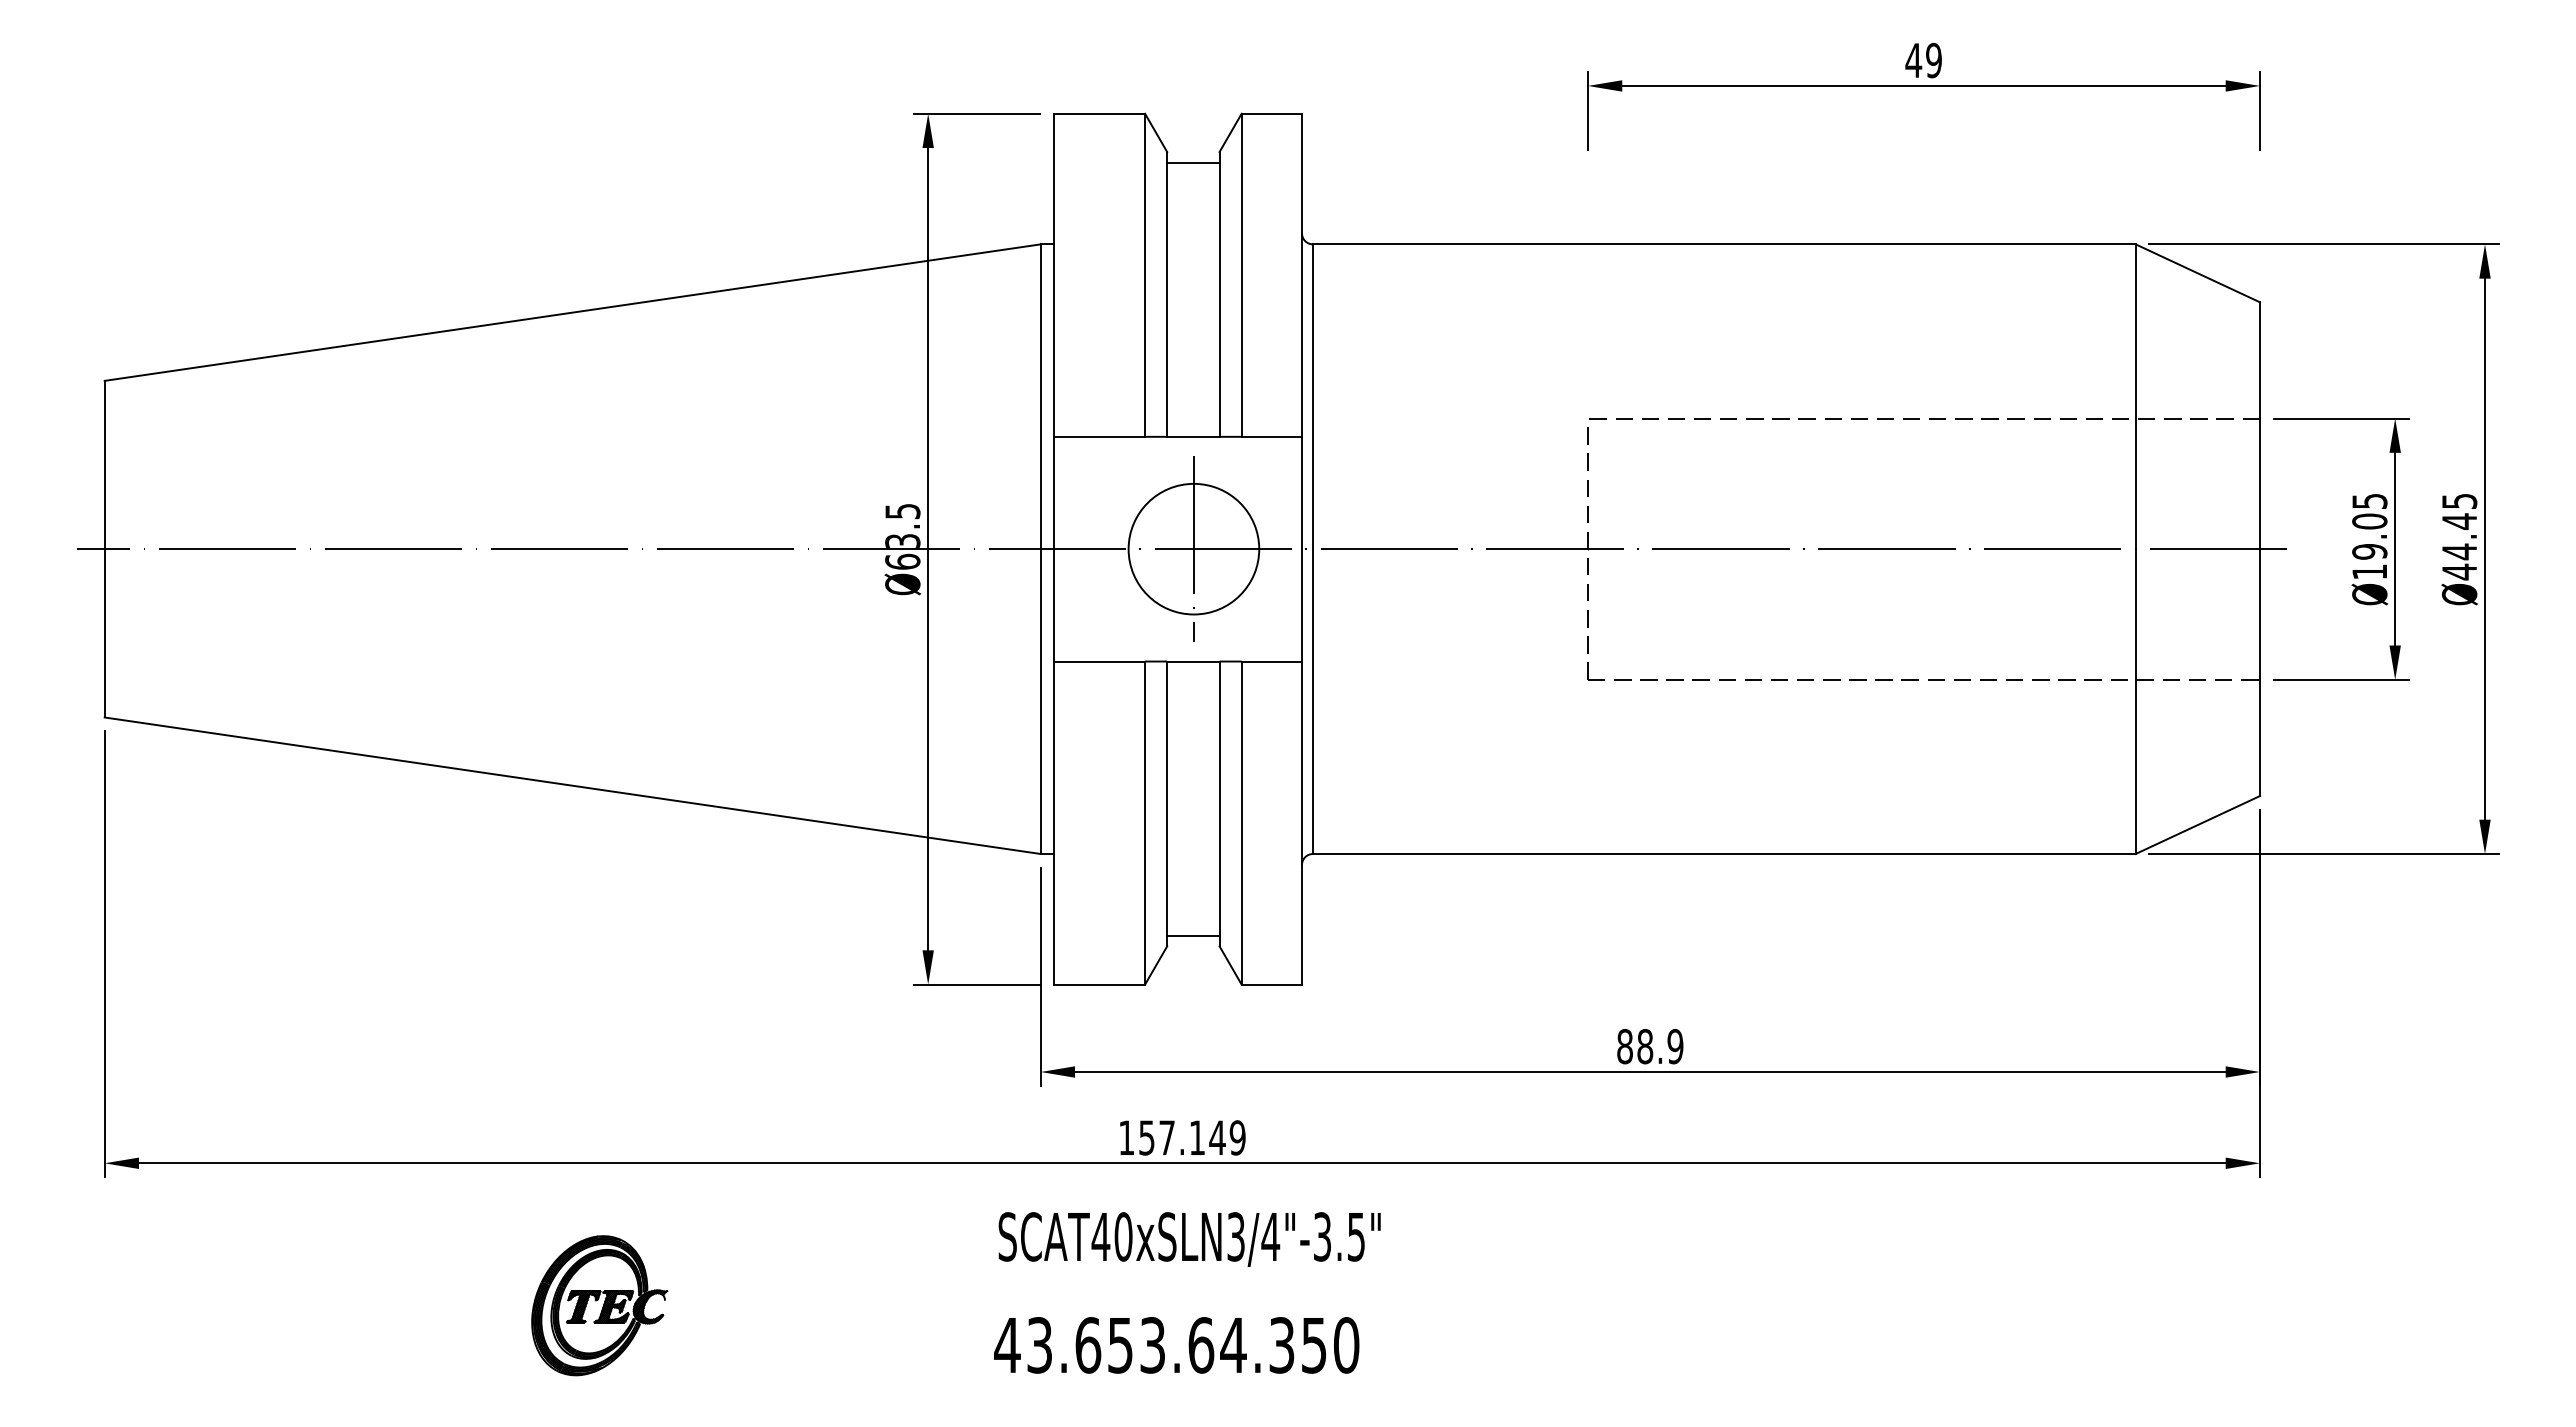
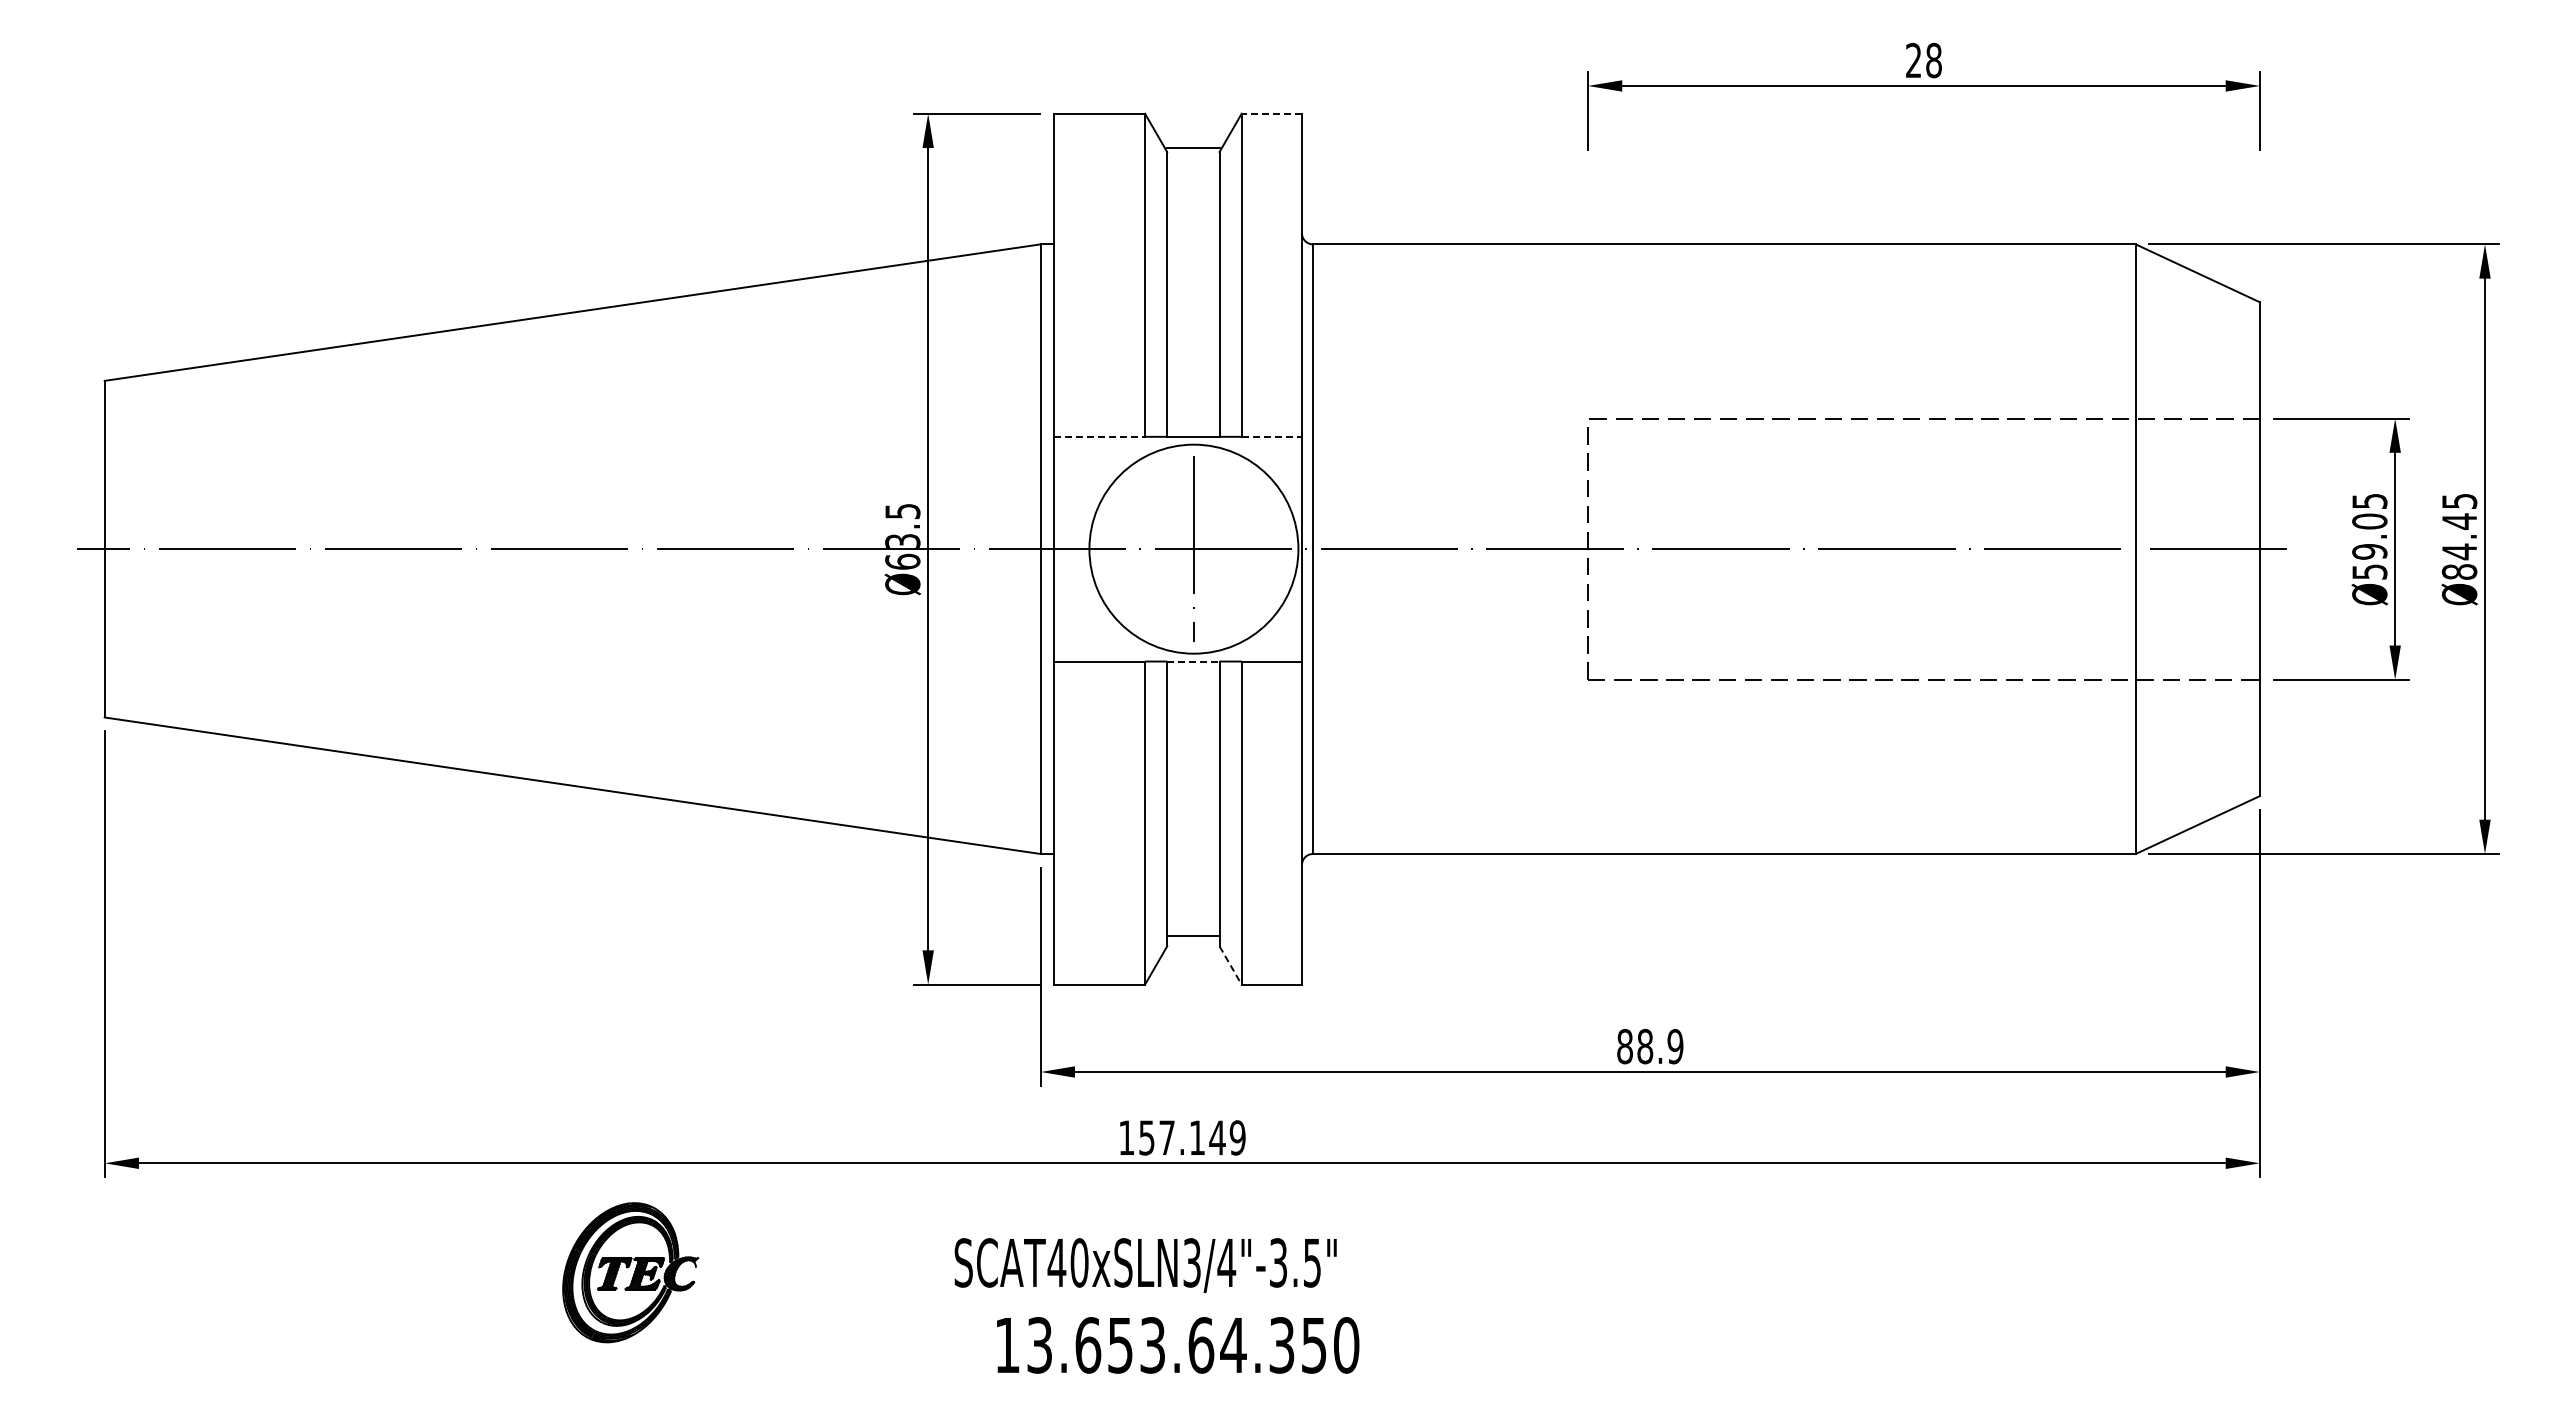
text at (1923, 60): 49 -> 28
line at (1271, 113): solid -> dashed
line at (1193, 162) position: (1193, 162) -> (1193, 147)
line at (1099, 436): solid -> dashed
line at (1272, 436): solid -> dashed
circle at (1193, 548) diameter: 131 px -> 209 px
text at (2369, 571): Ø19.05 -> Ø59.05
text at (2459, 571): Ø44.45 -> Ø84.45
line at (1193, 661): solid -> dashed
line at (1230, 965): solid -> dashed
text at (1189, 1239) position: (1189, 1239) -> (1145, 1265)
part at (599, 1305) position: (599, 1305) -> (630, 1272)
text at (1007, 1345): 43.653.64.350 -> 13.653.64.350
